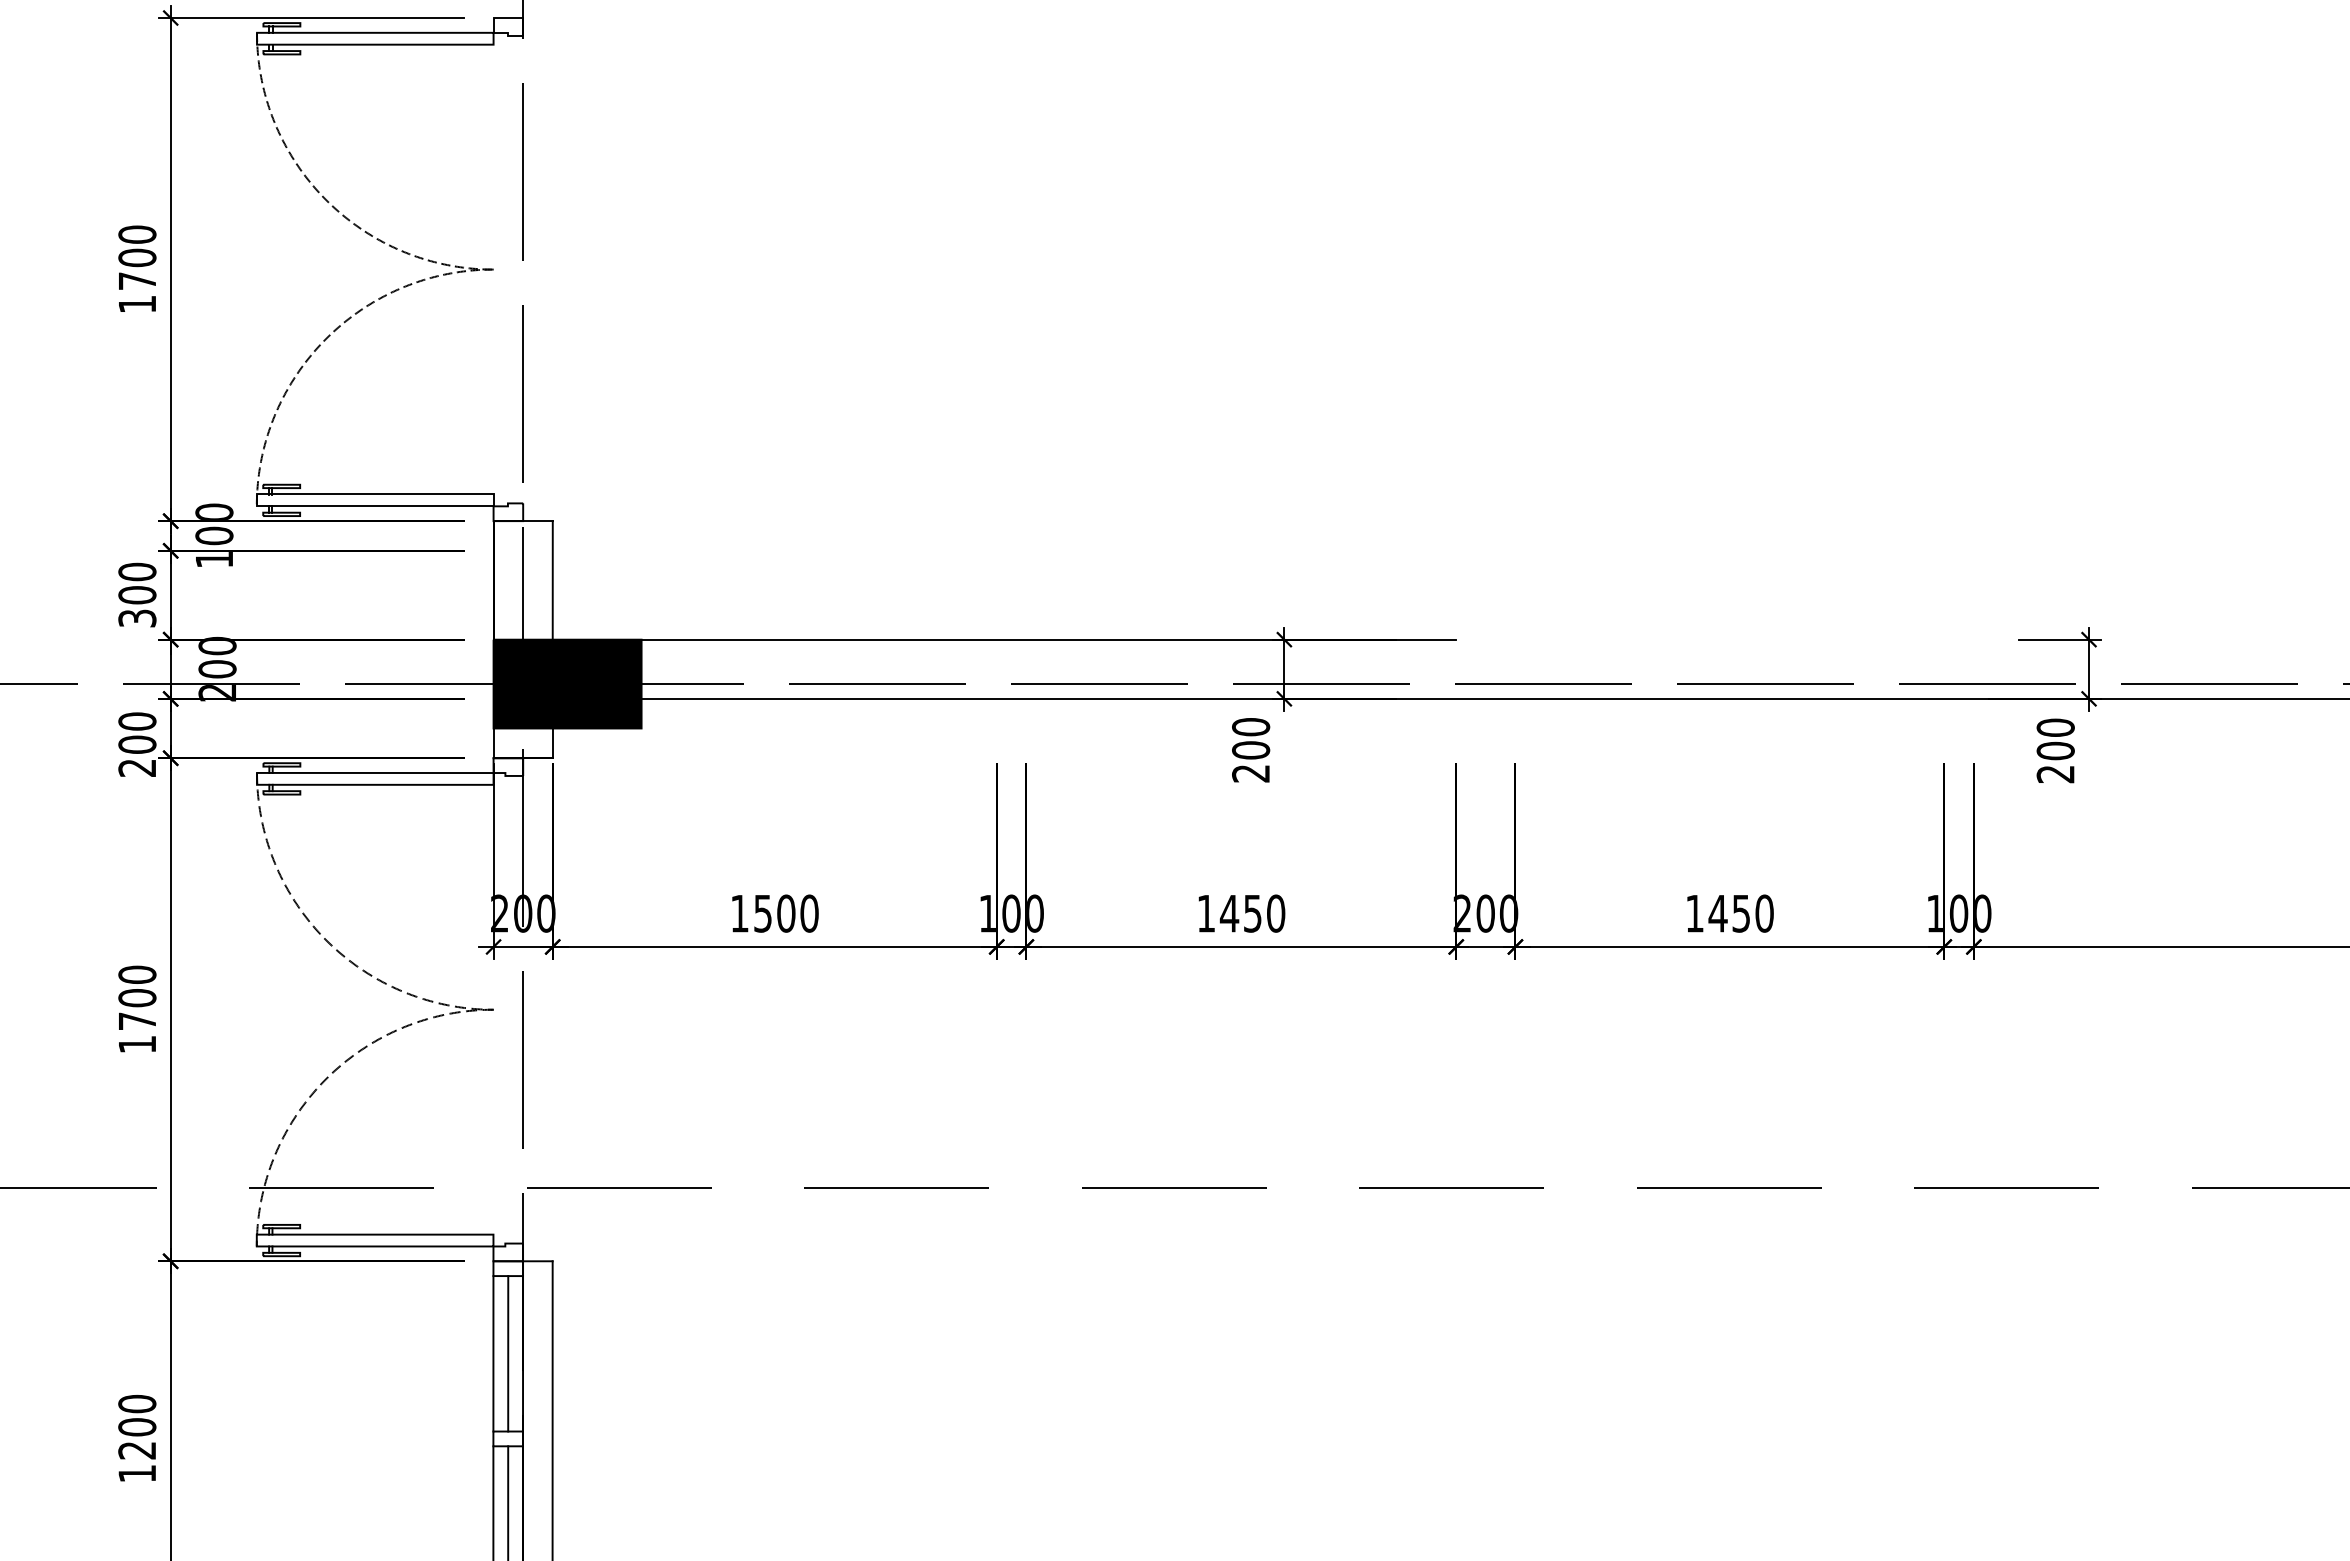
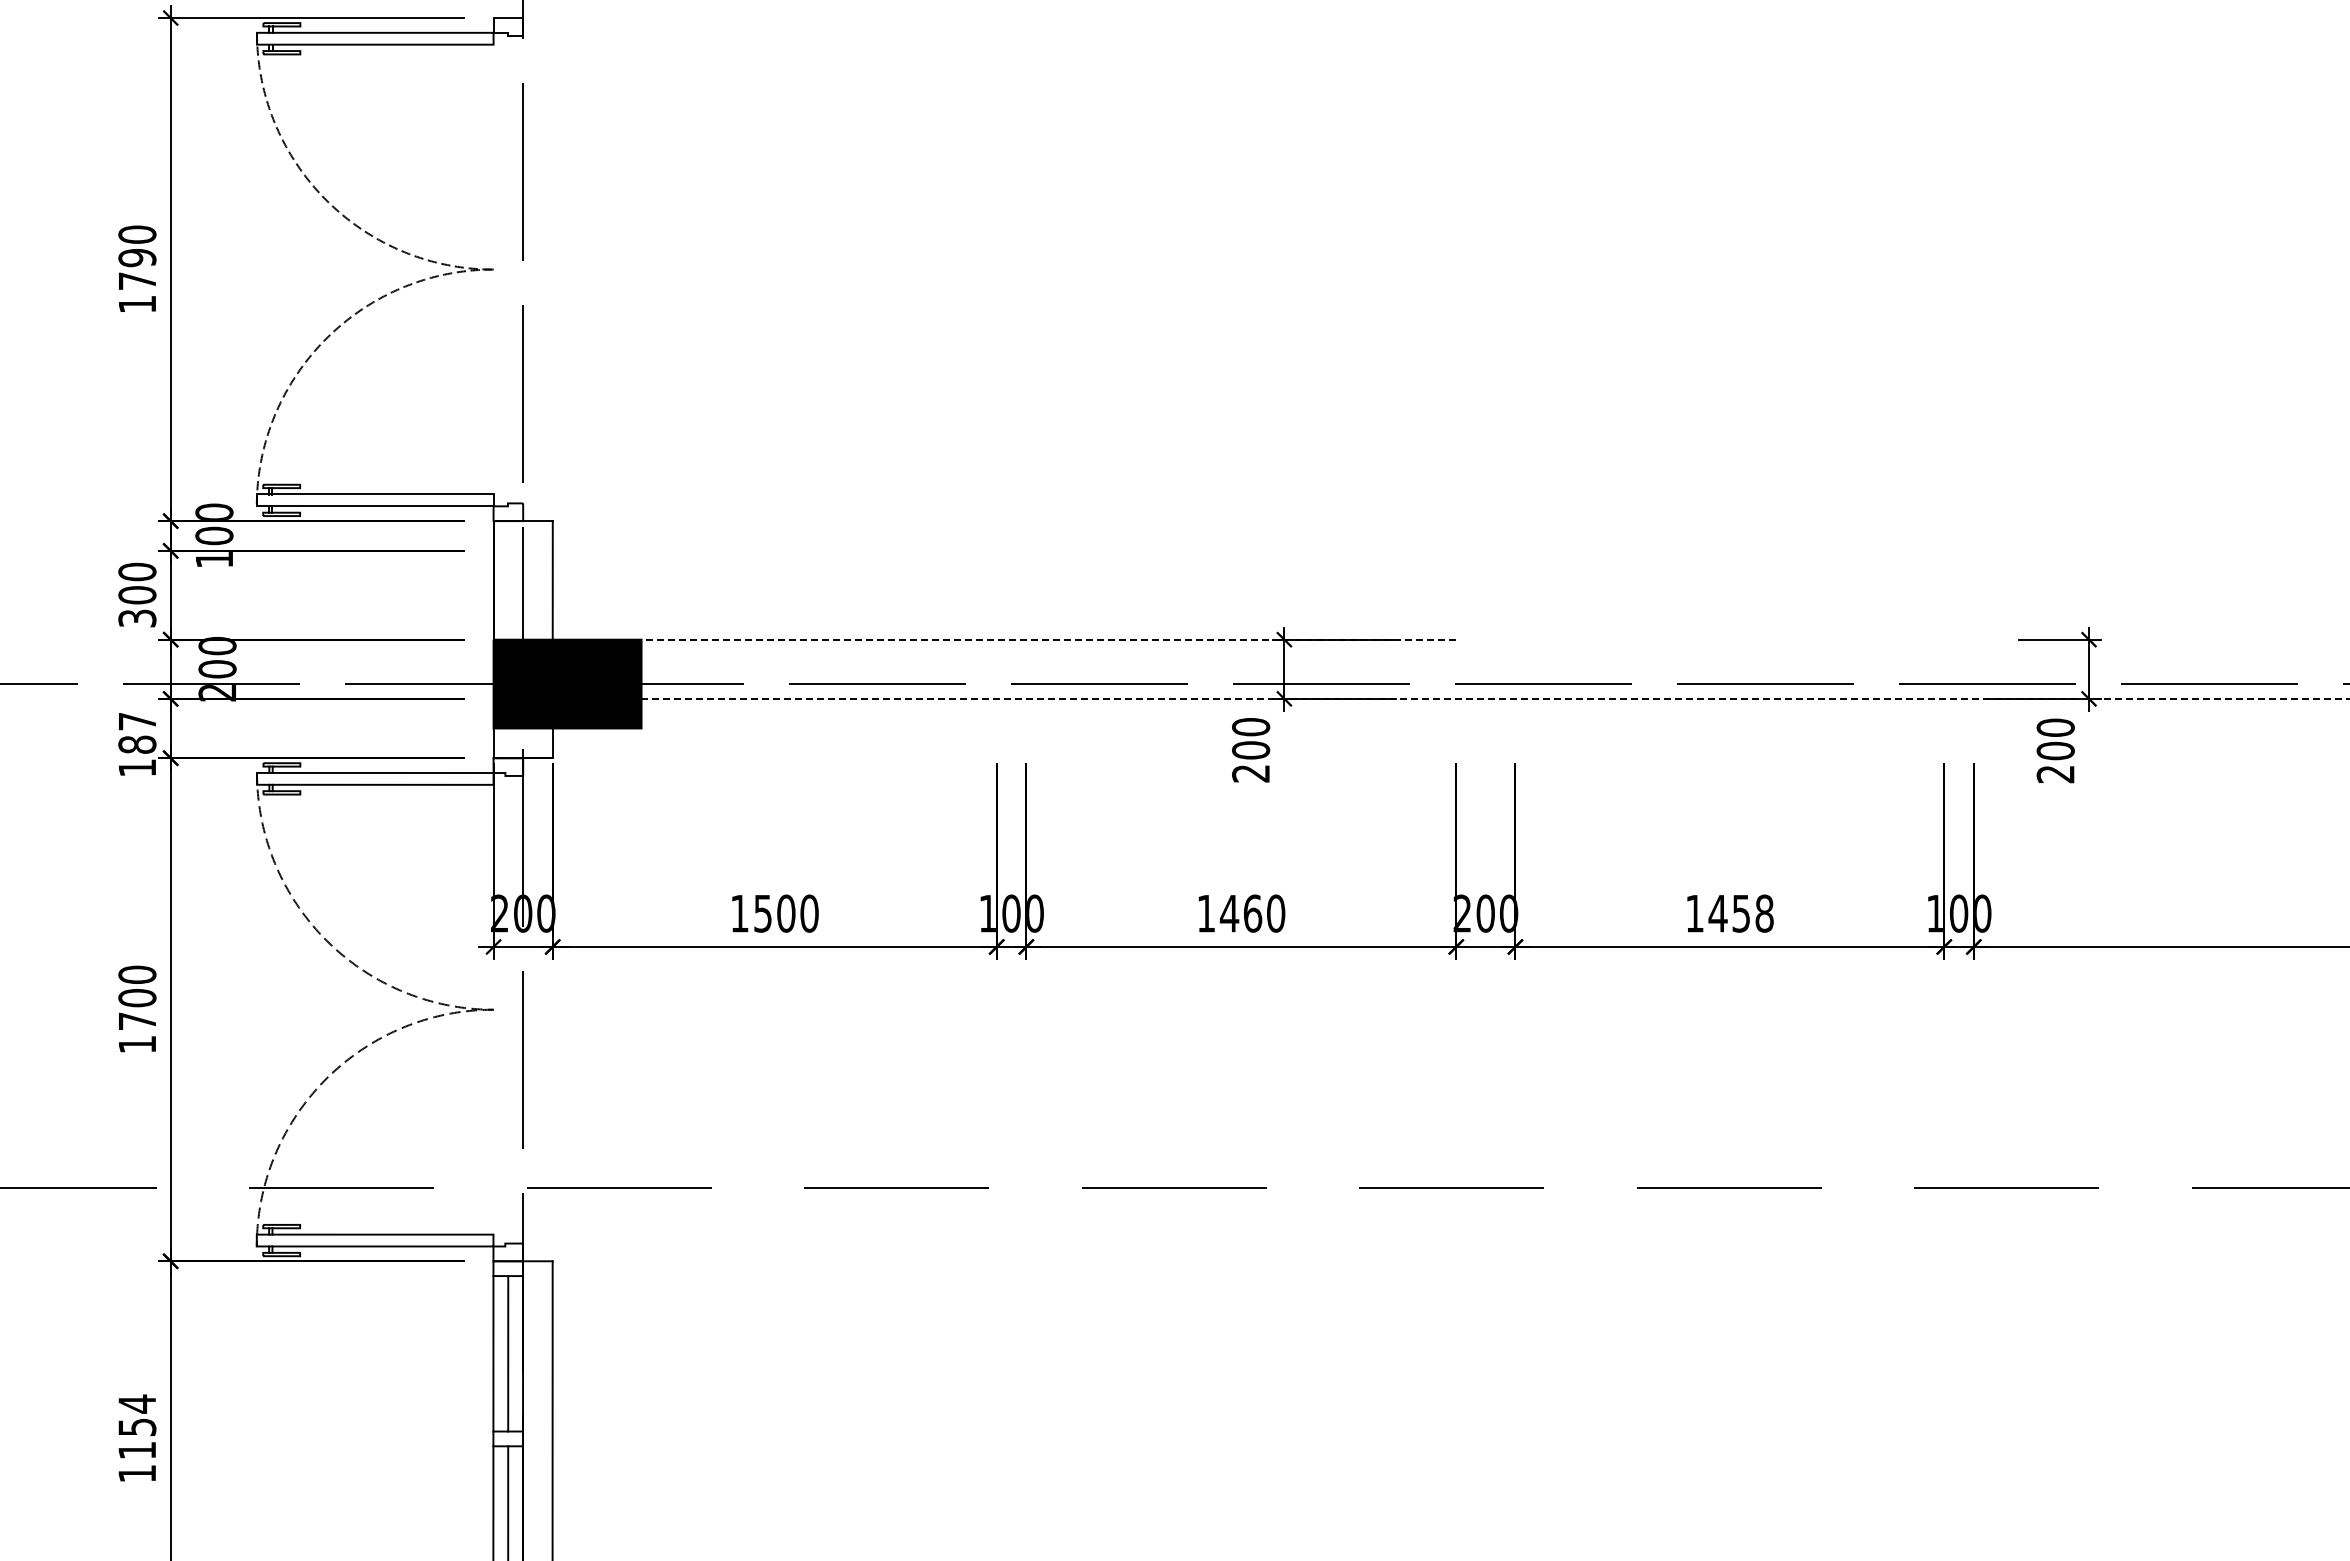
text at (137, 257): 1700 -> 1790
line at (1003, 639): solid -> dashed
line at (1436, 698): solid -> dashed
text at (137, 744): 200 -> 187
text at (1252, 913): 1450 -> 1460
text at (1764, 913): 1450 -> 1458
text at (137, 1426): 1200 -> 1154
